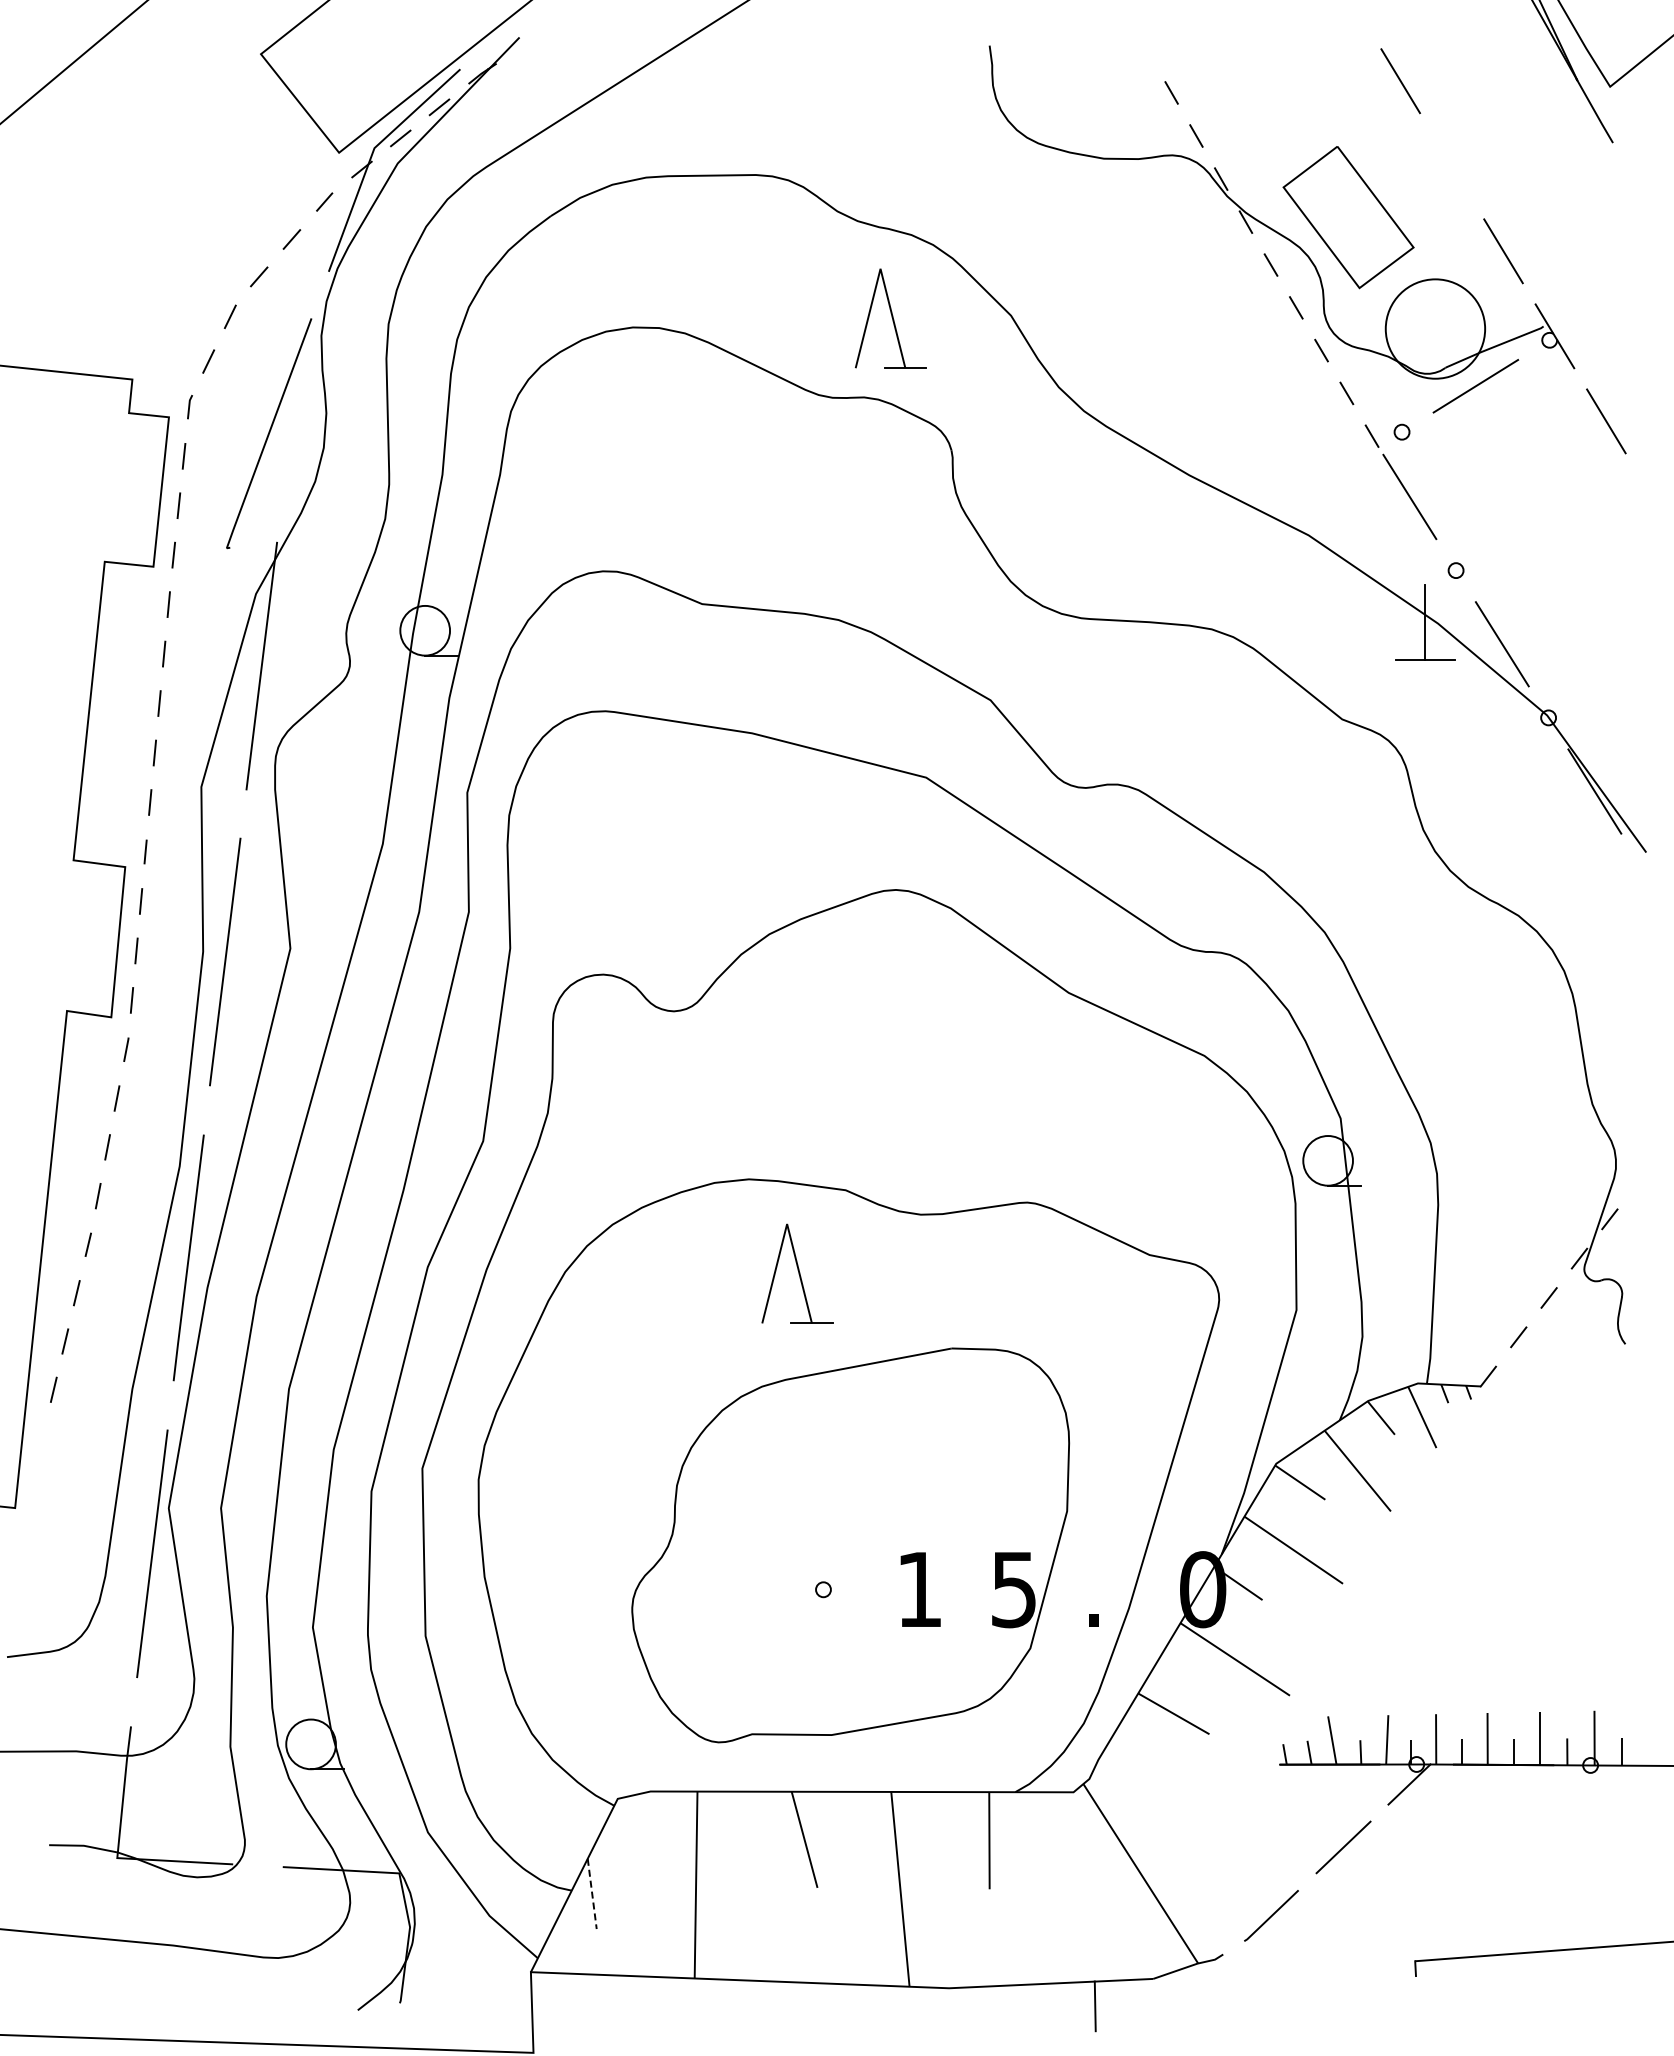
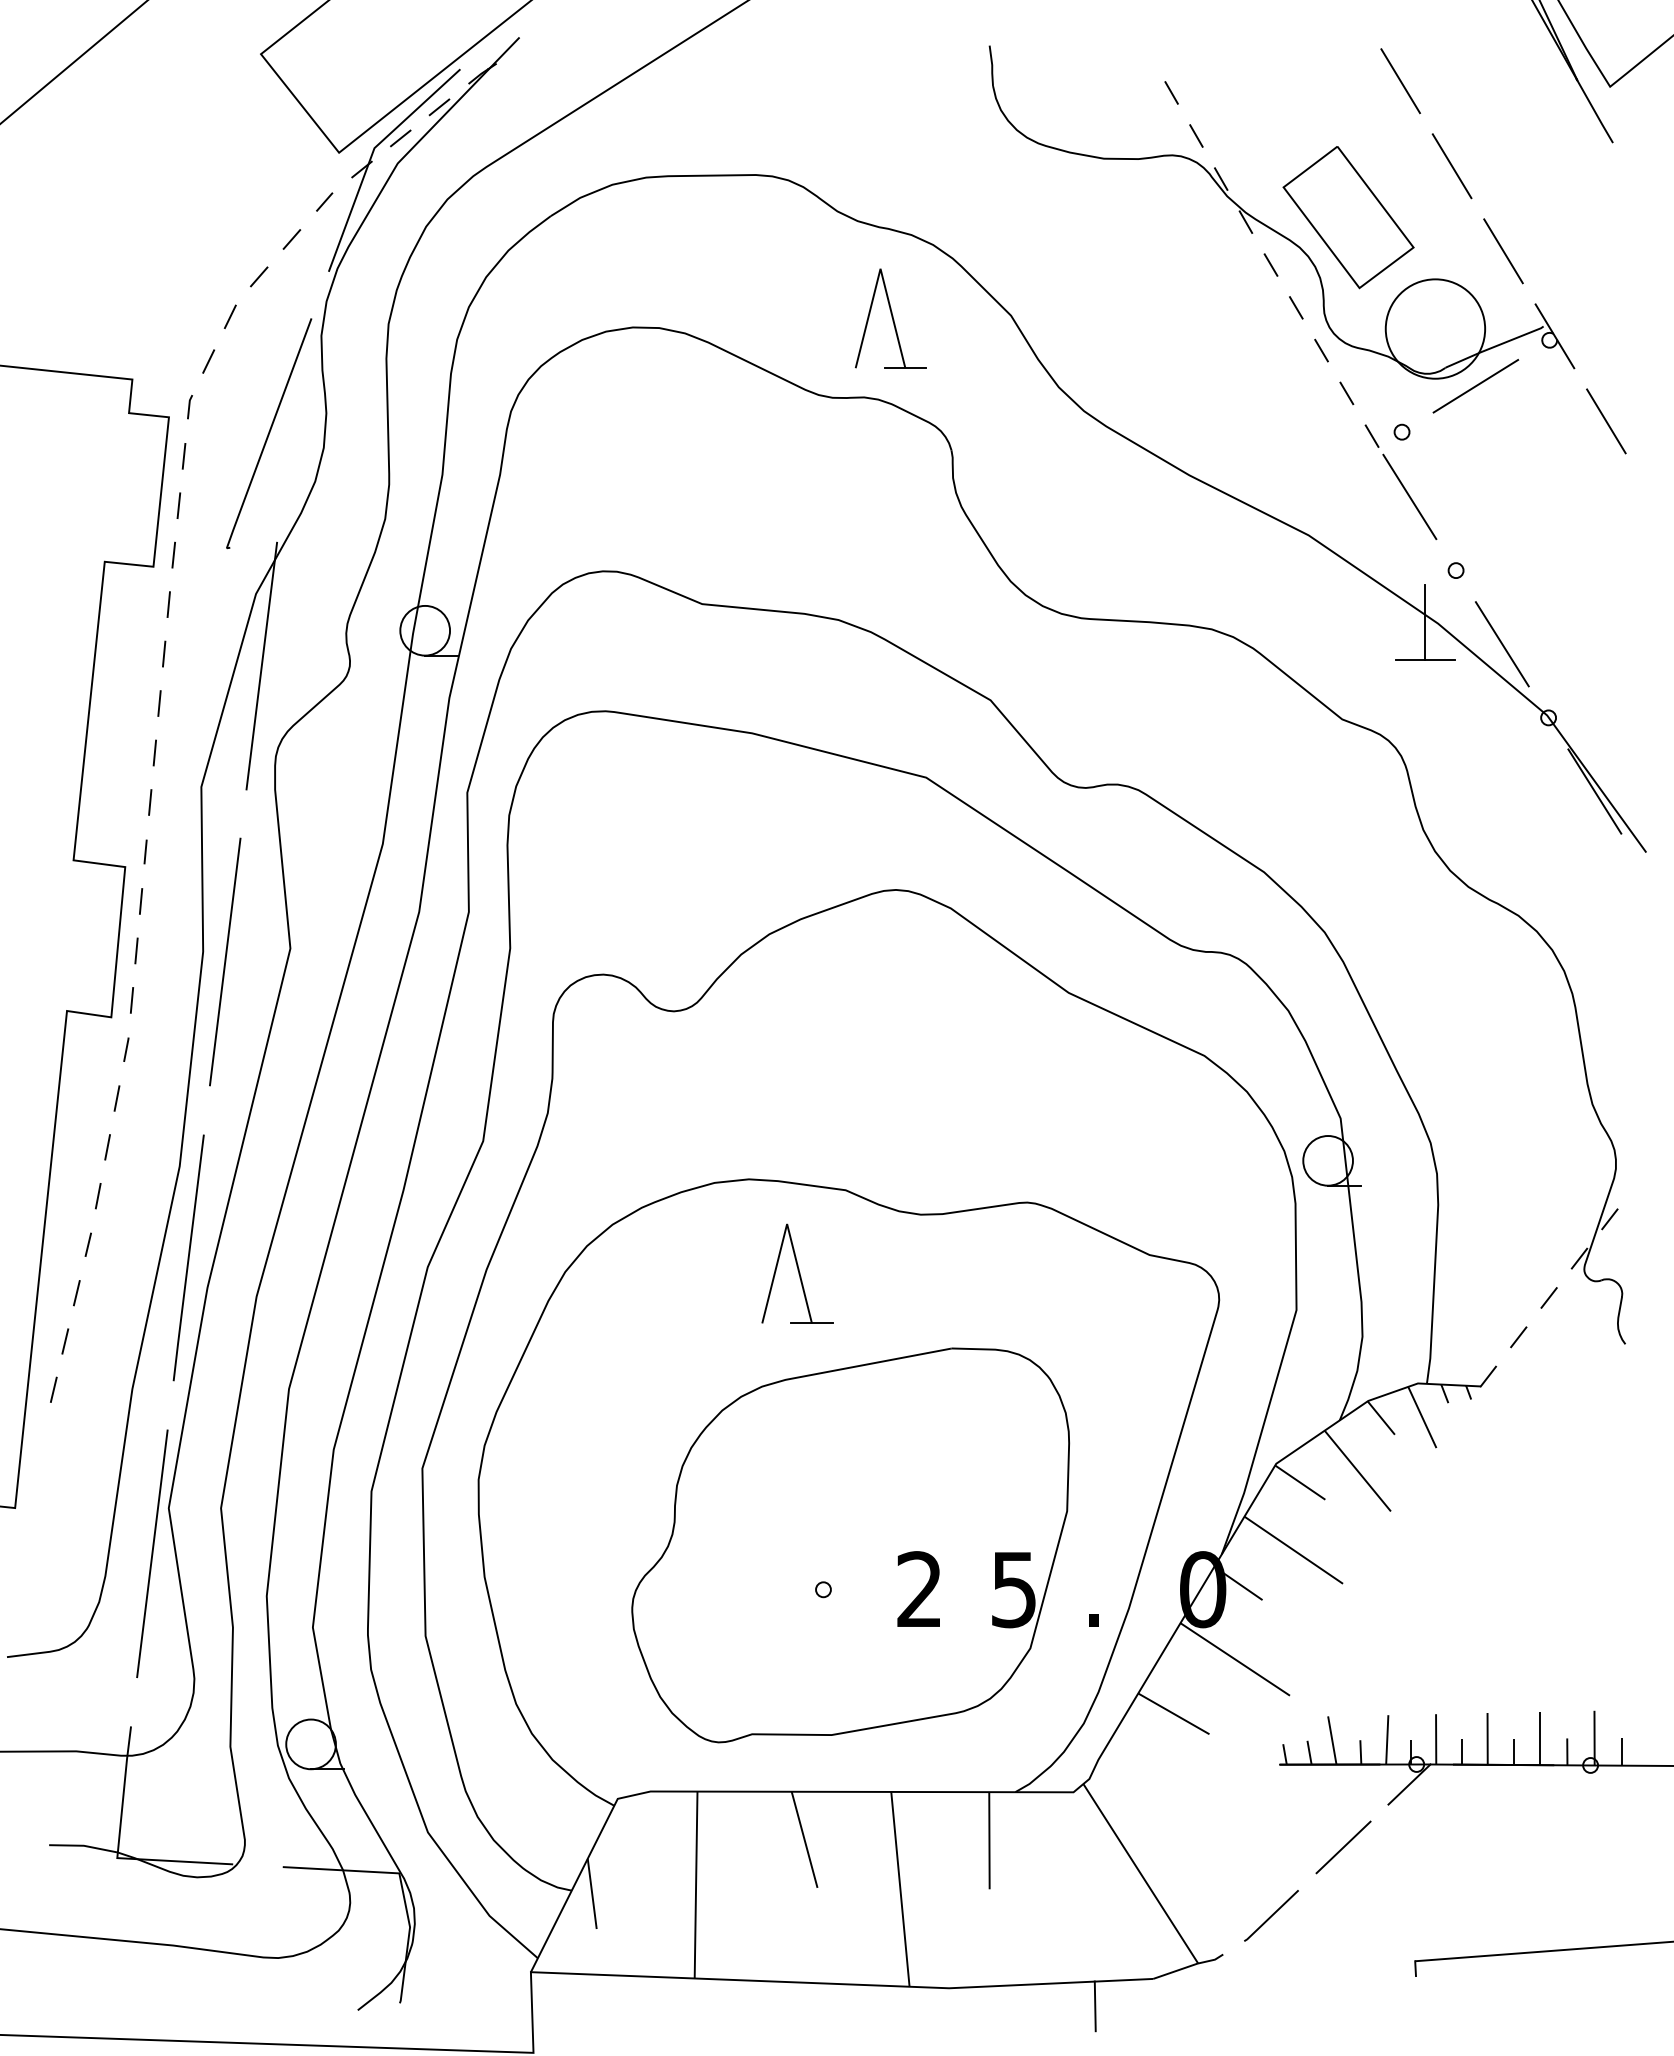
line at (1451, 166): none -> present
text at (918, 1588): 1 -> 2
line at (592, 1894): dashed -> solid
